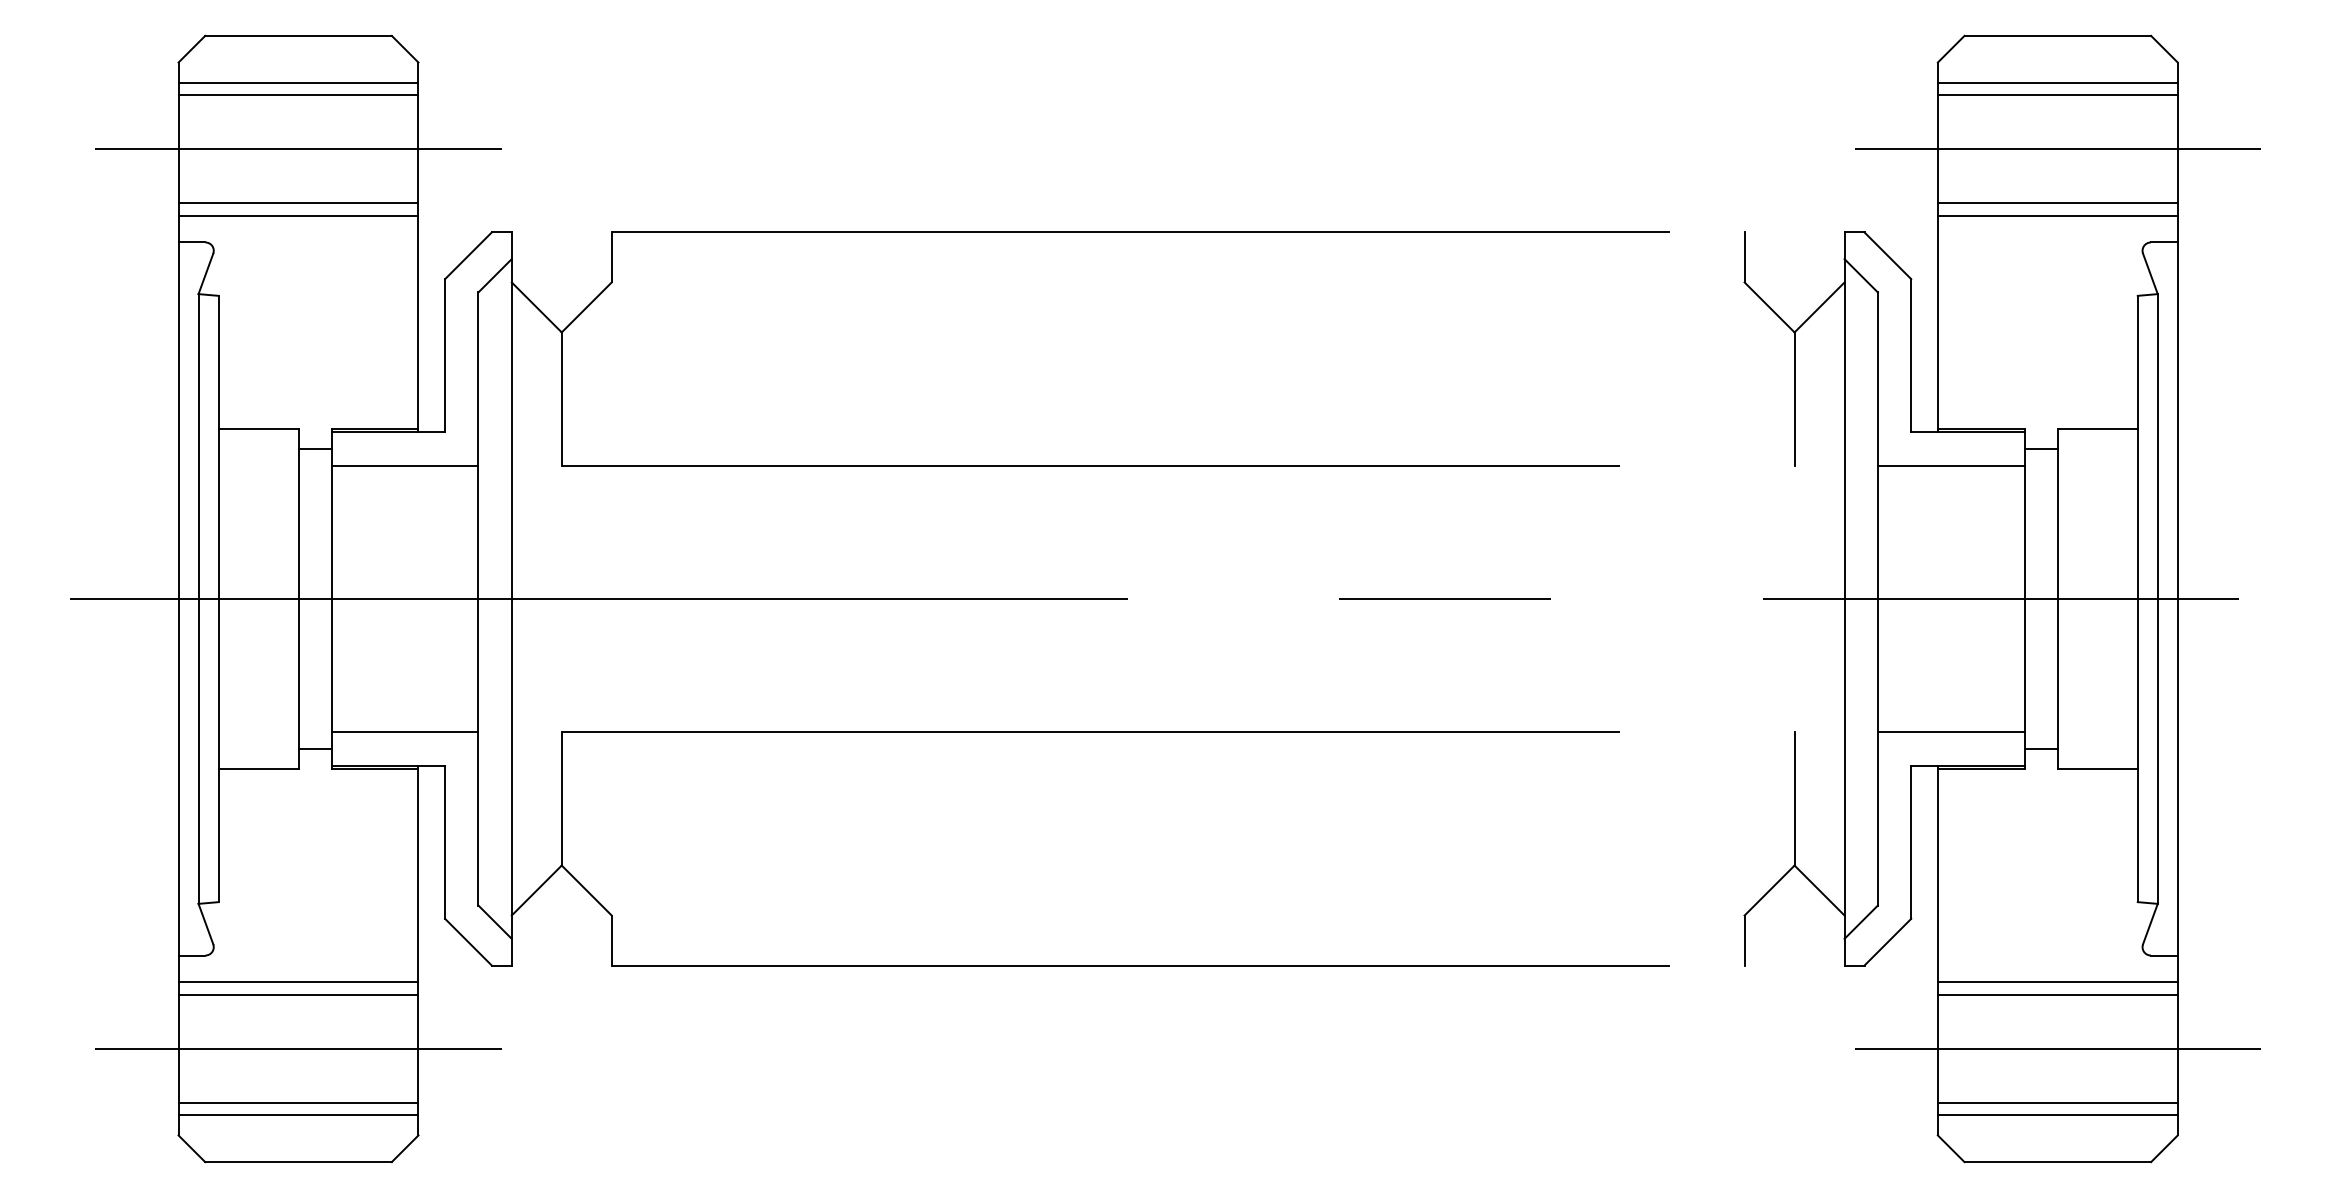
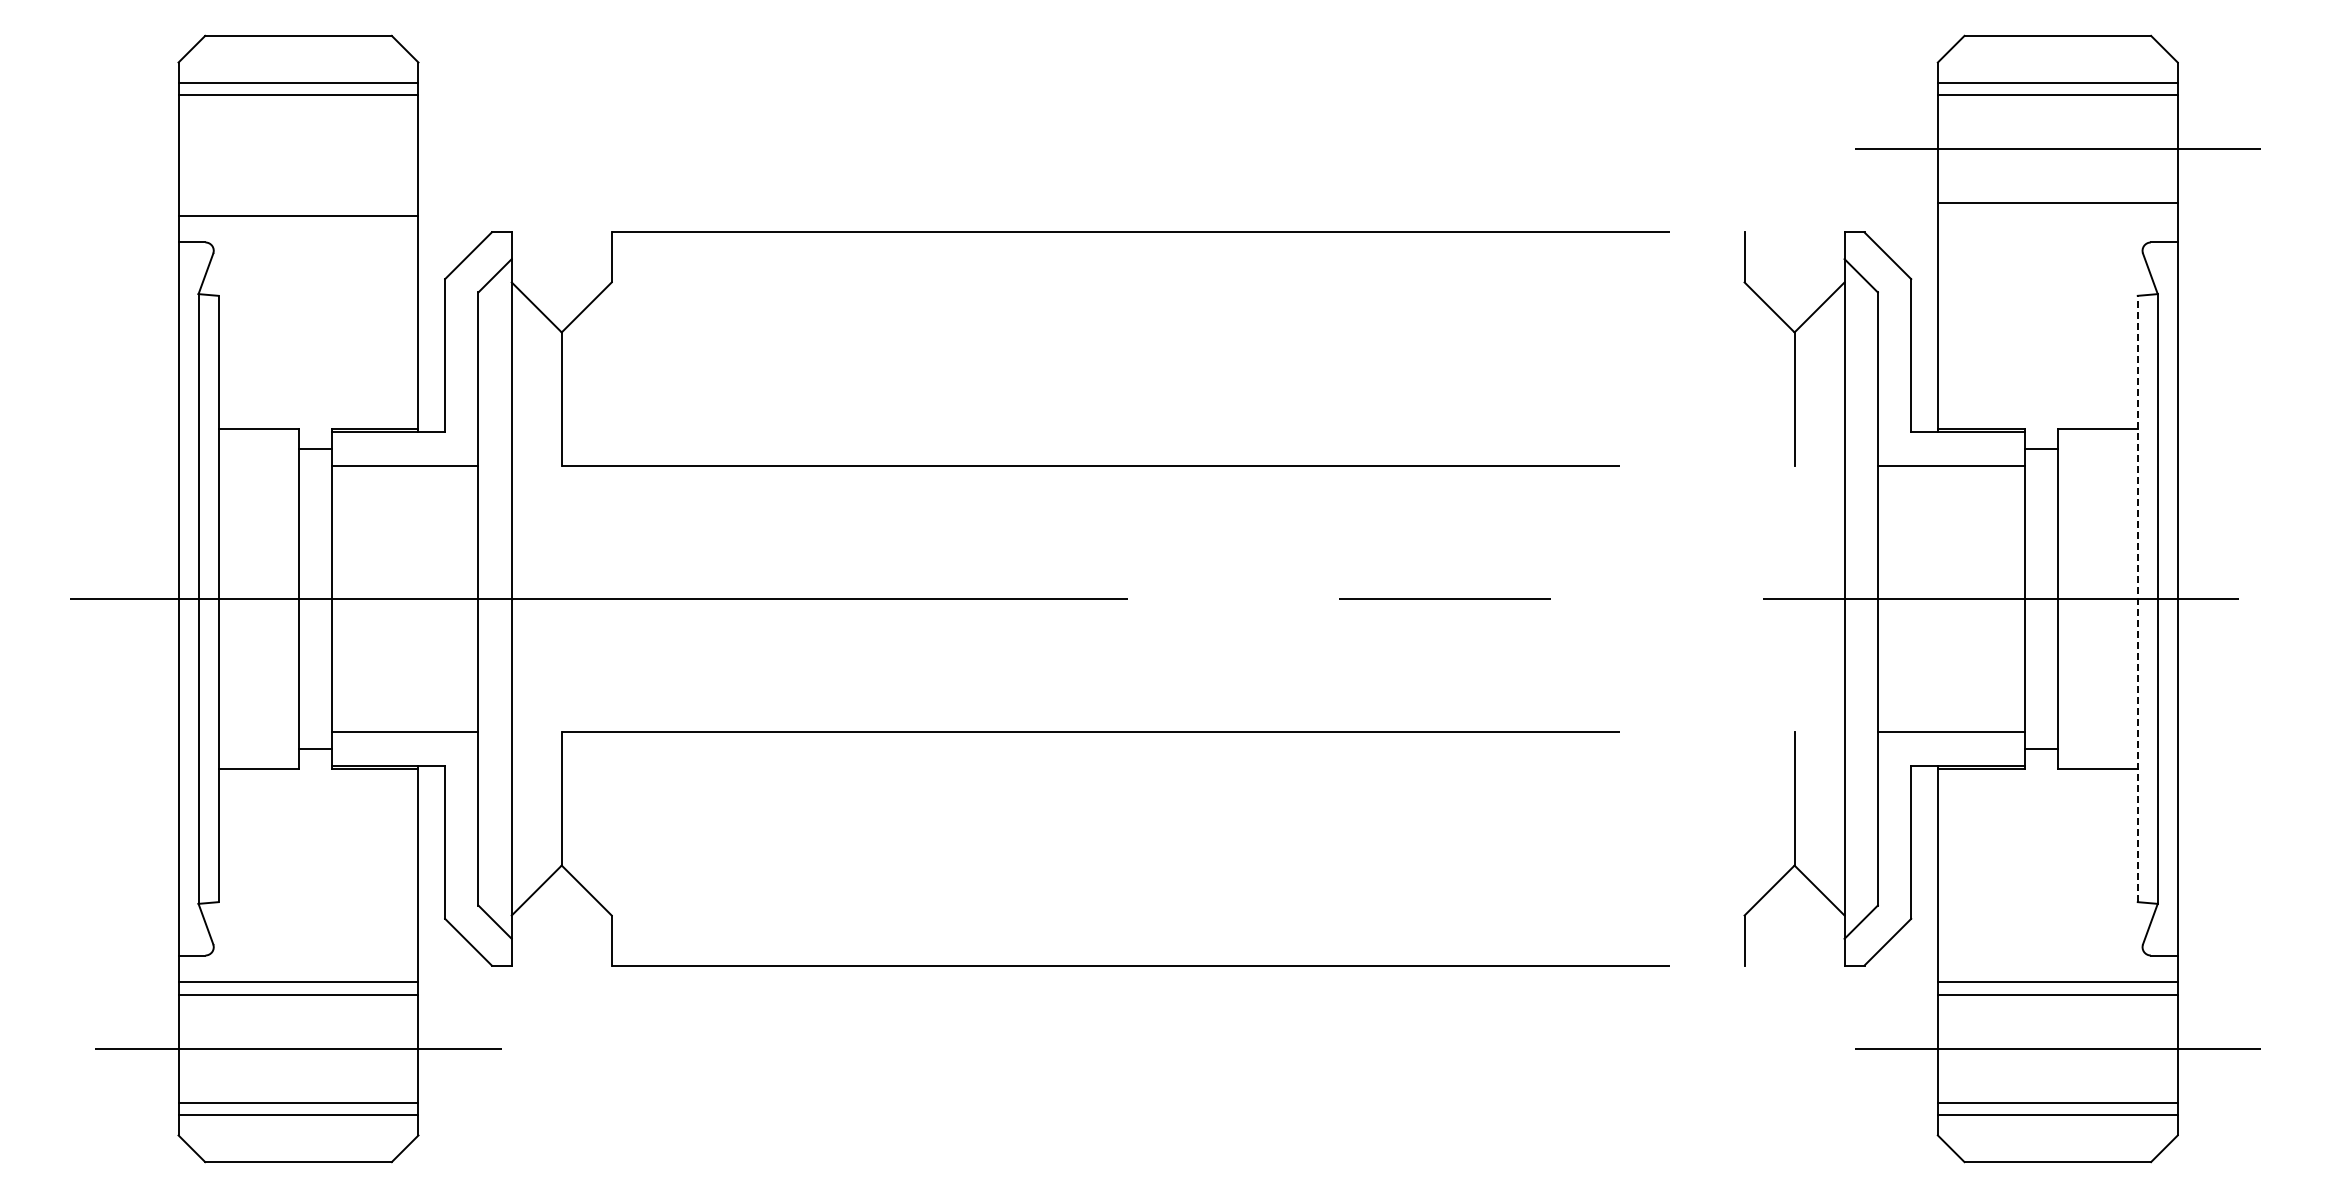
line at (298, 149): present -> none
line at (298, 203): present -> none
line at (2057, 215): present -> none
line at (2137, 598): solid -> dashed
